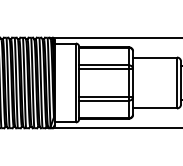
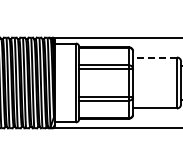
line at (155, 57): solid -> dashed
